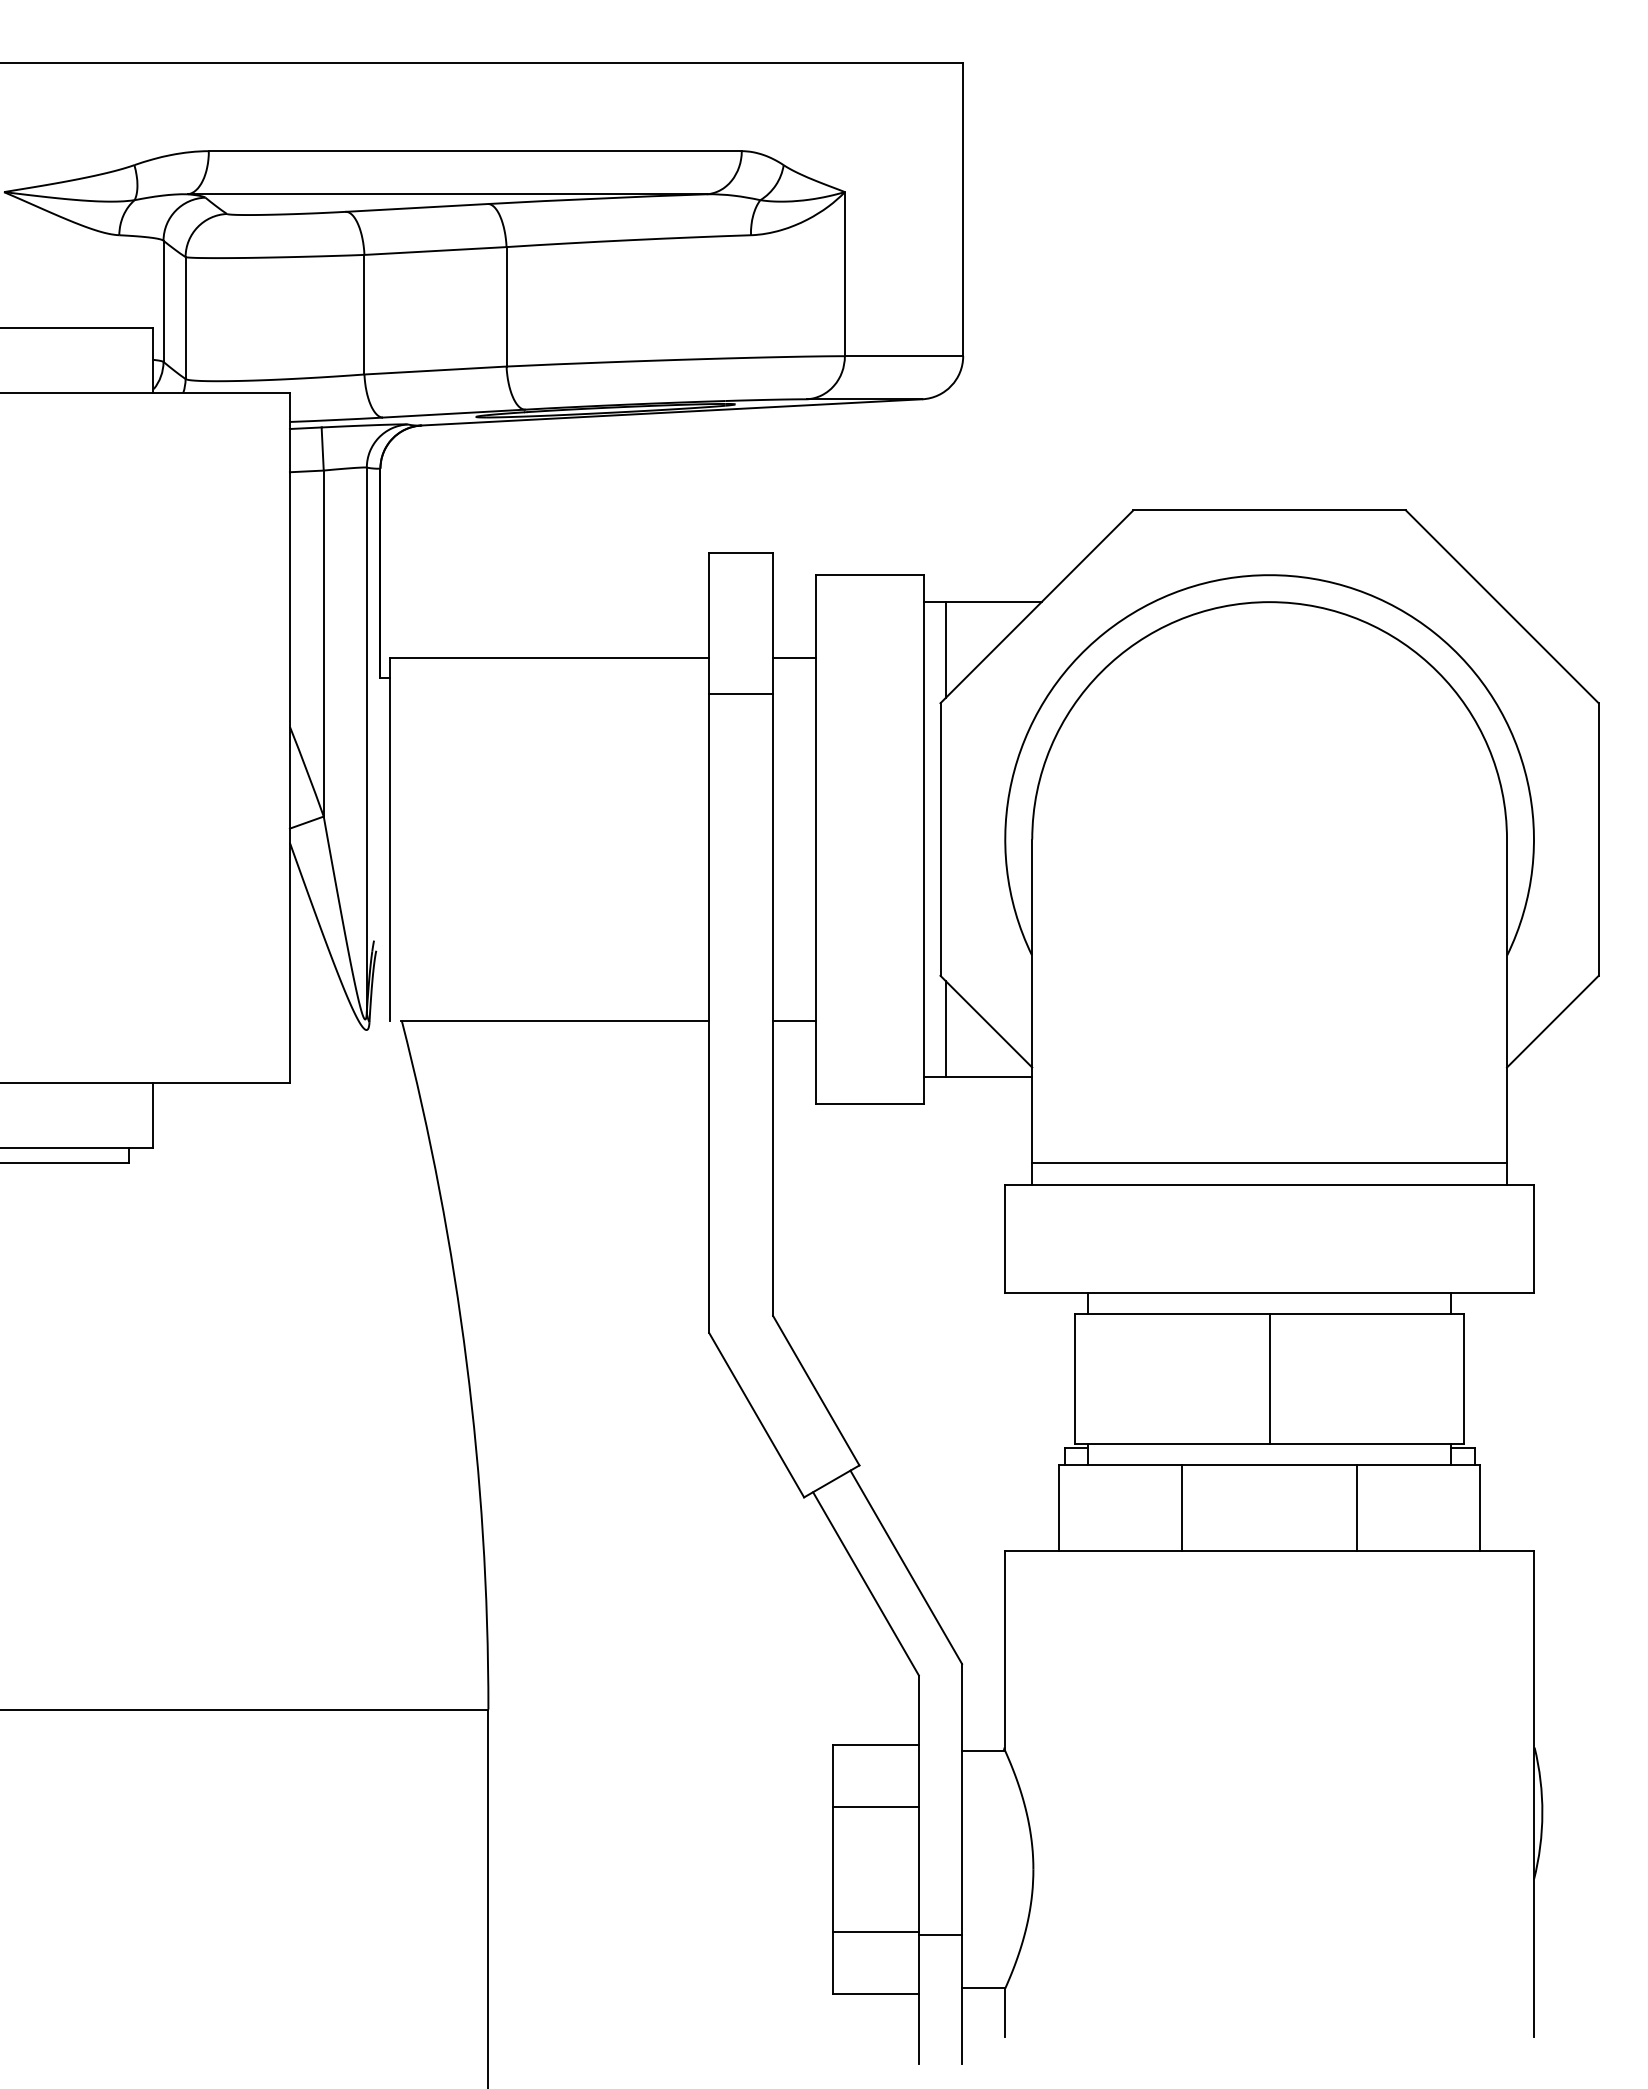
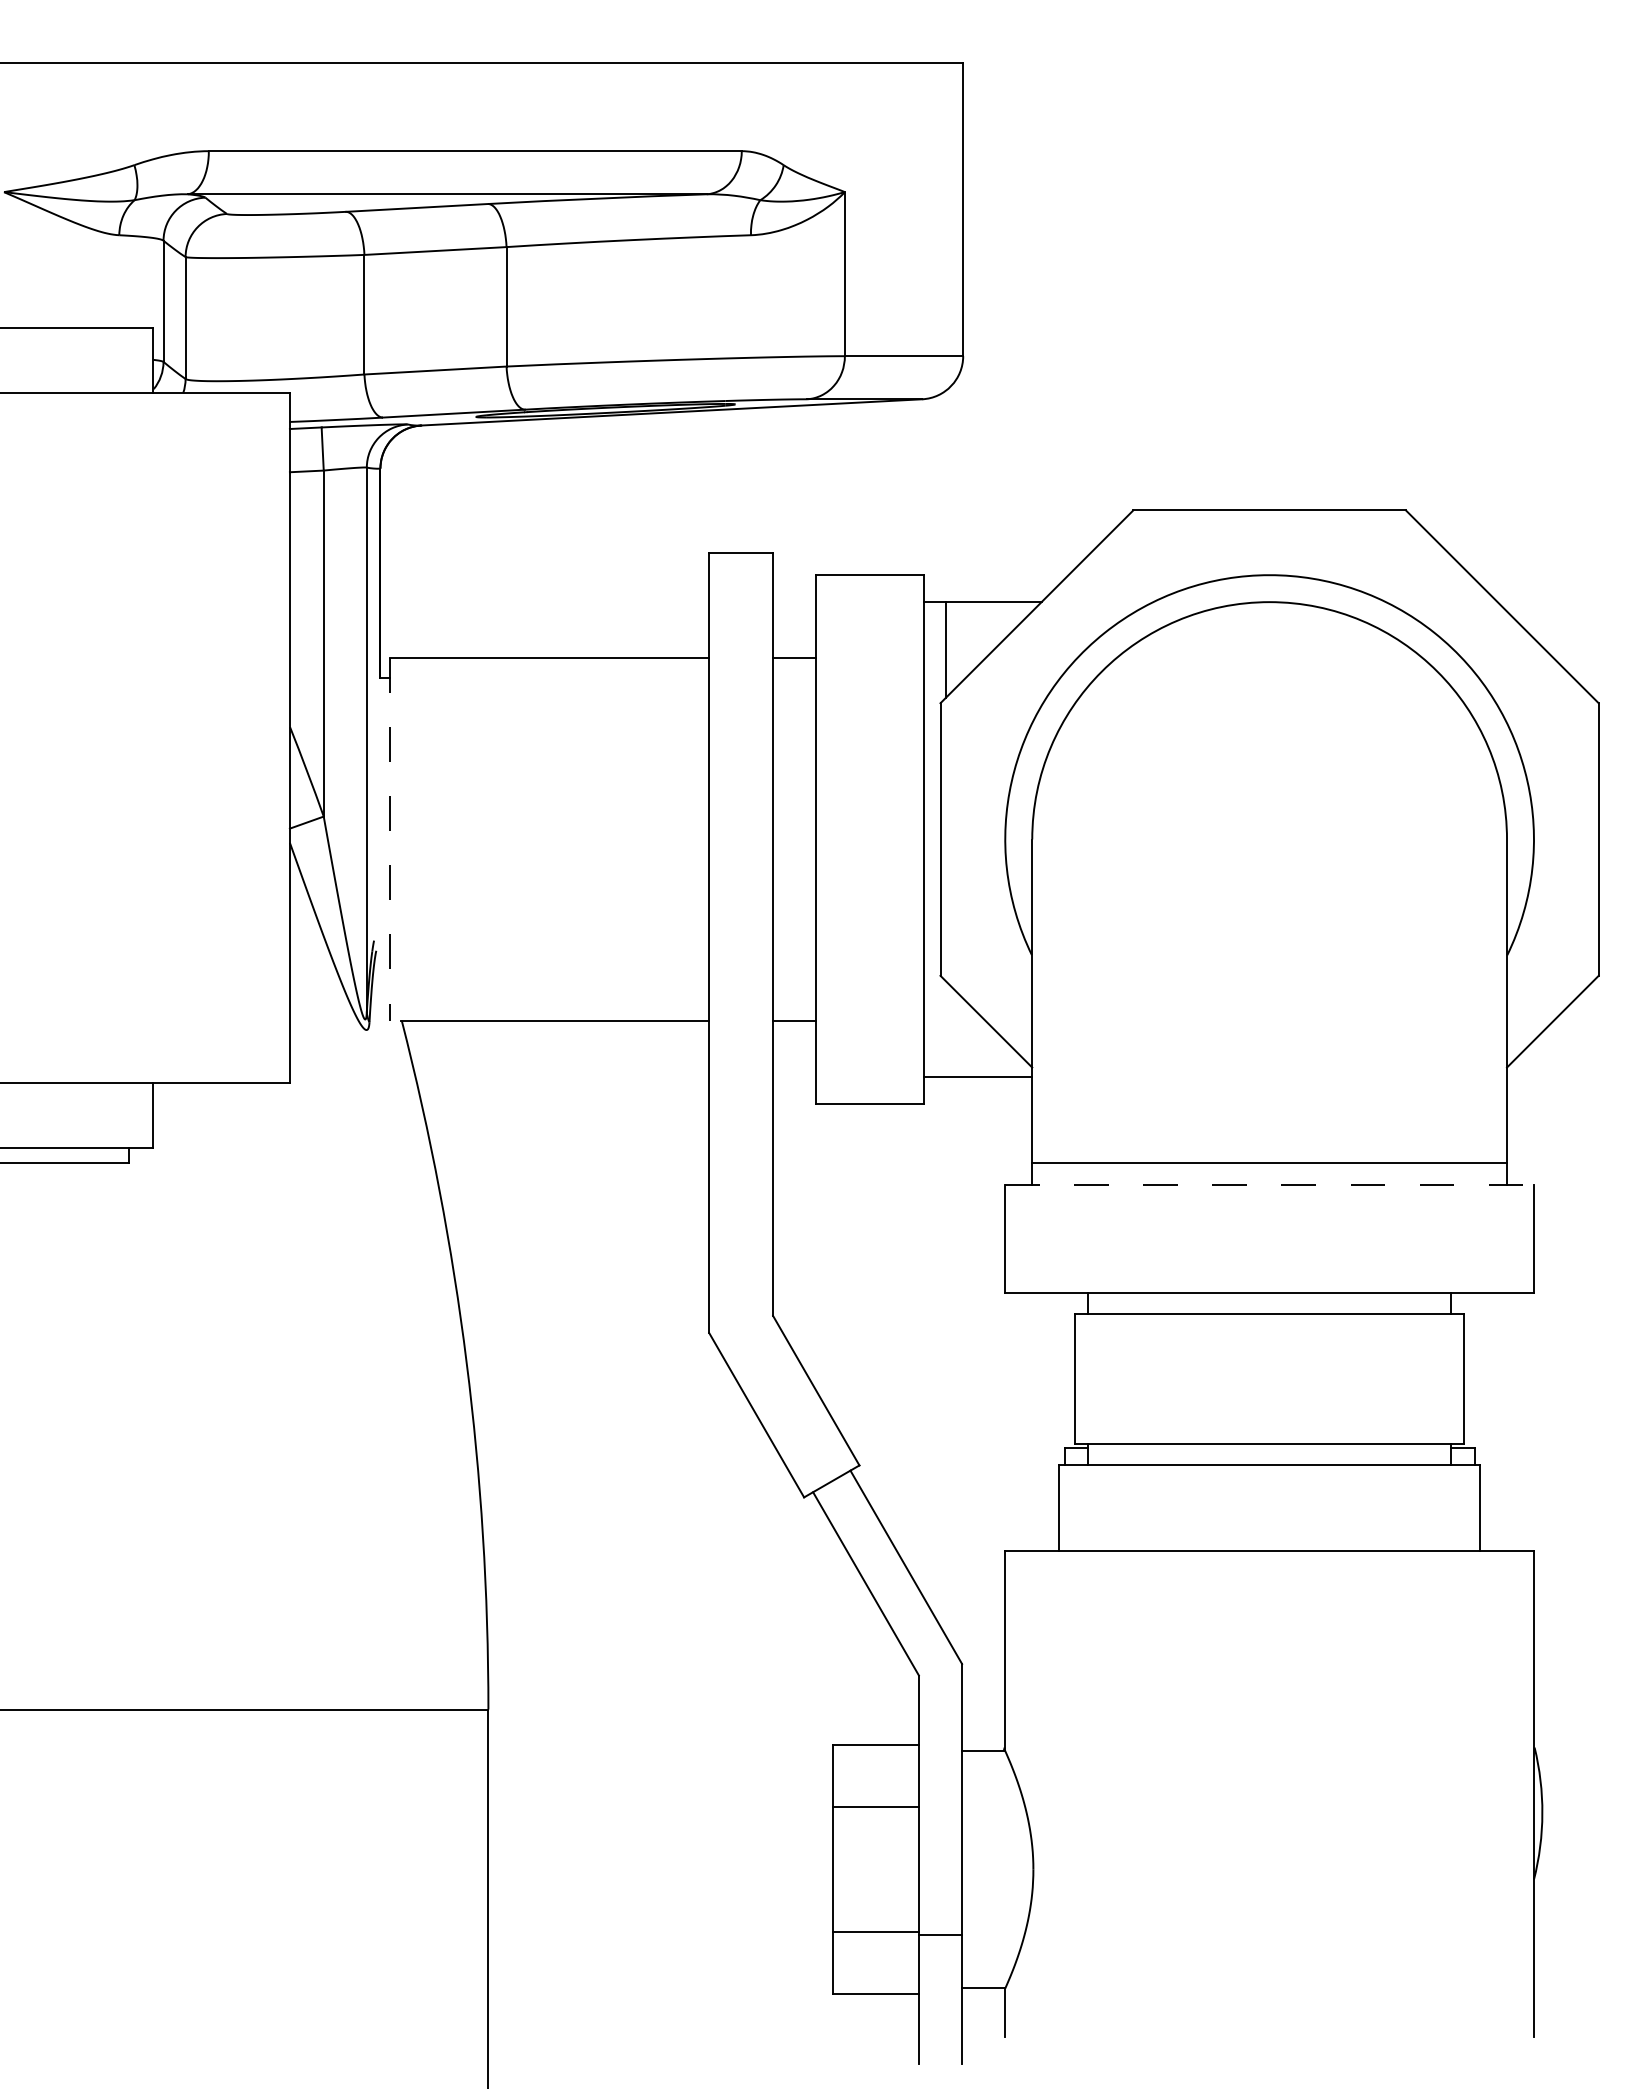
line at (741, 693): present -> none
line at (390, 840): solid -> dashed
line at (945, 1028): present -> none
line at (1270, 1184): solid -> dashed
line at (1269, 1378): present -> none
line at (1182, 1508): present -> none
line at (1356, 1508): present -> none
